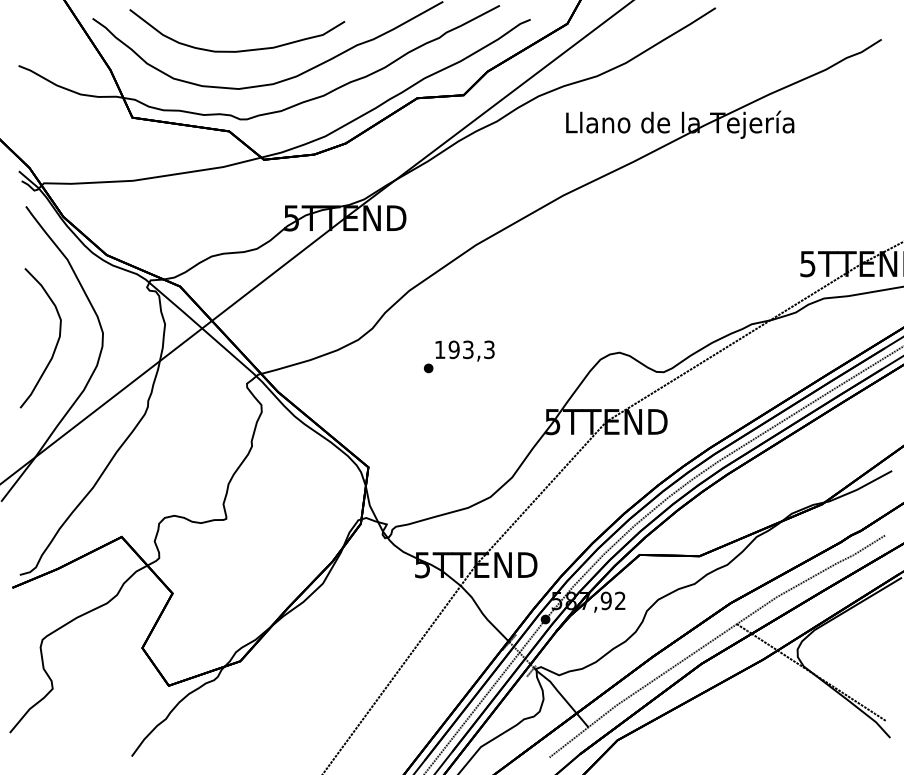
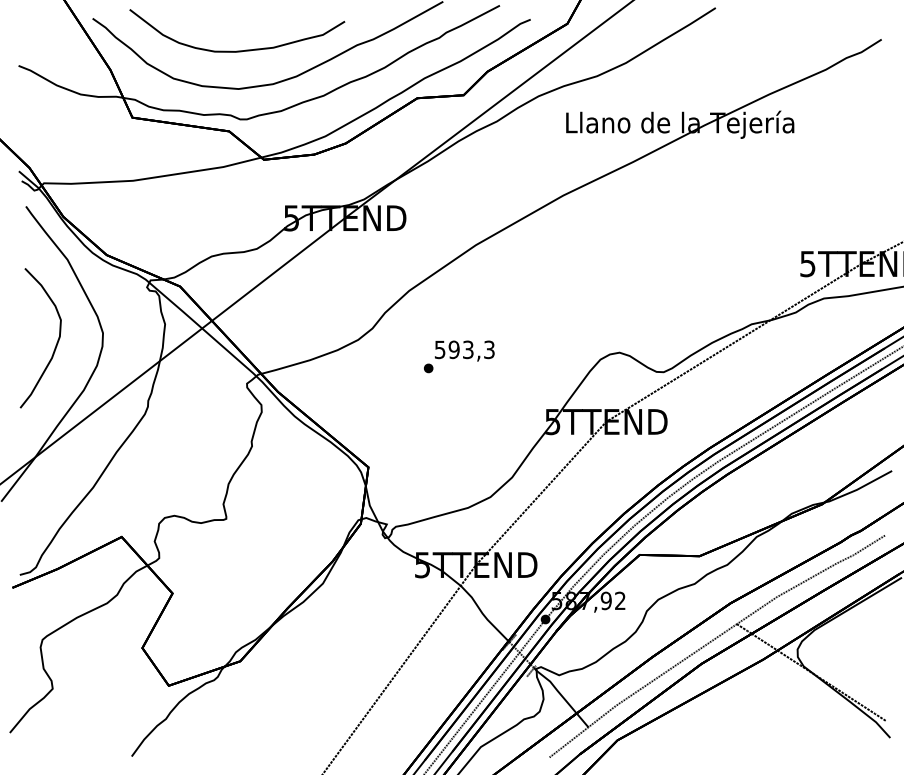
text at (439, 349): 193,3 -> 593,3
